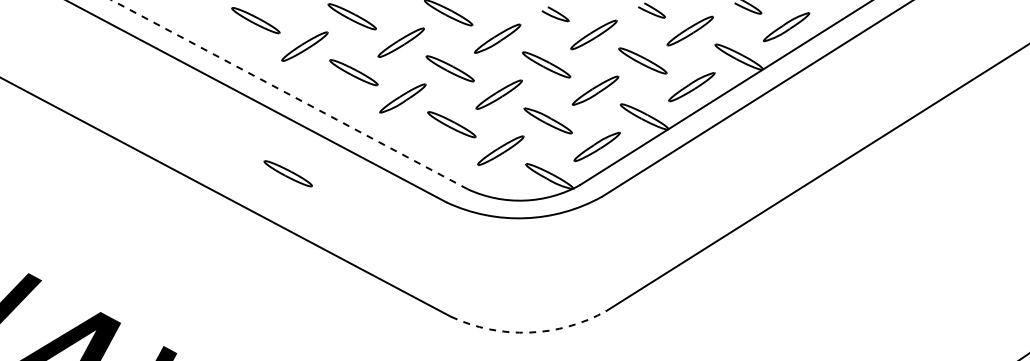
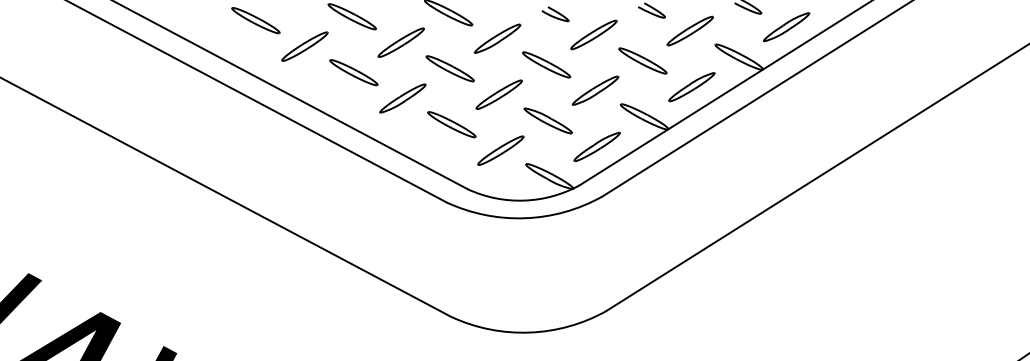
line at (289, 94): dashed -> solid
part at (287, 173): present -> none
arc at (529, 332): dashed -> solid
